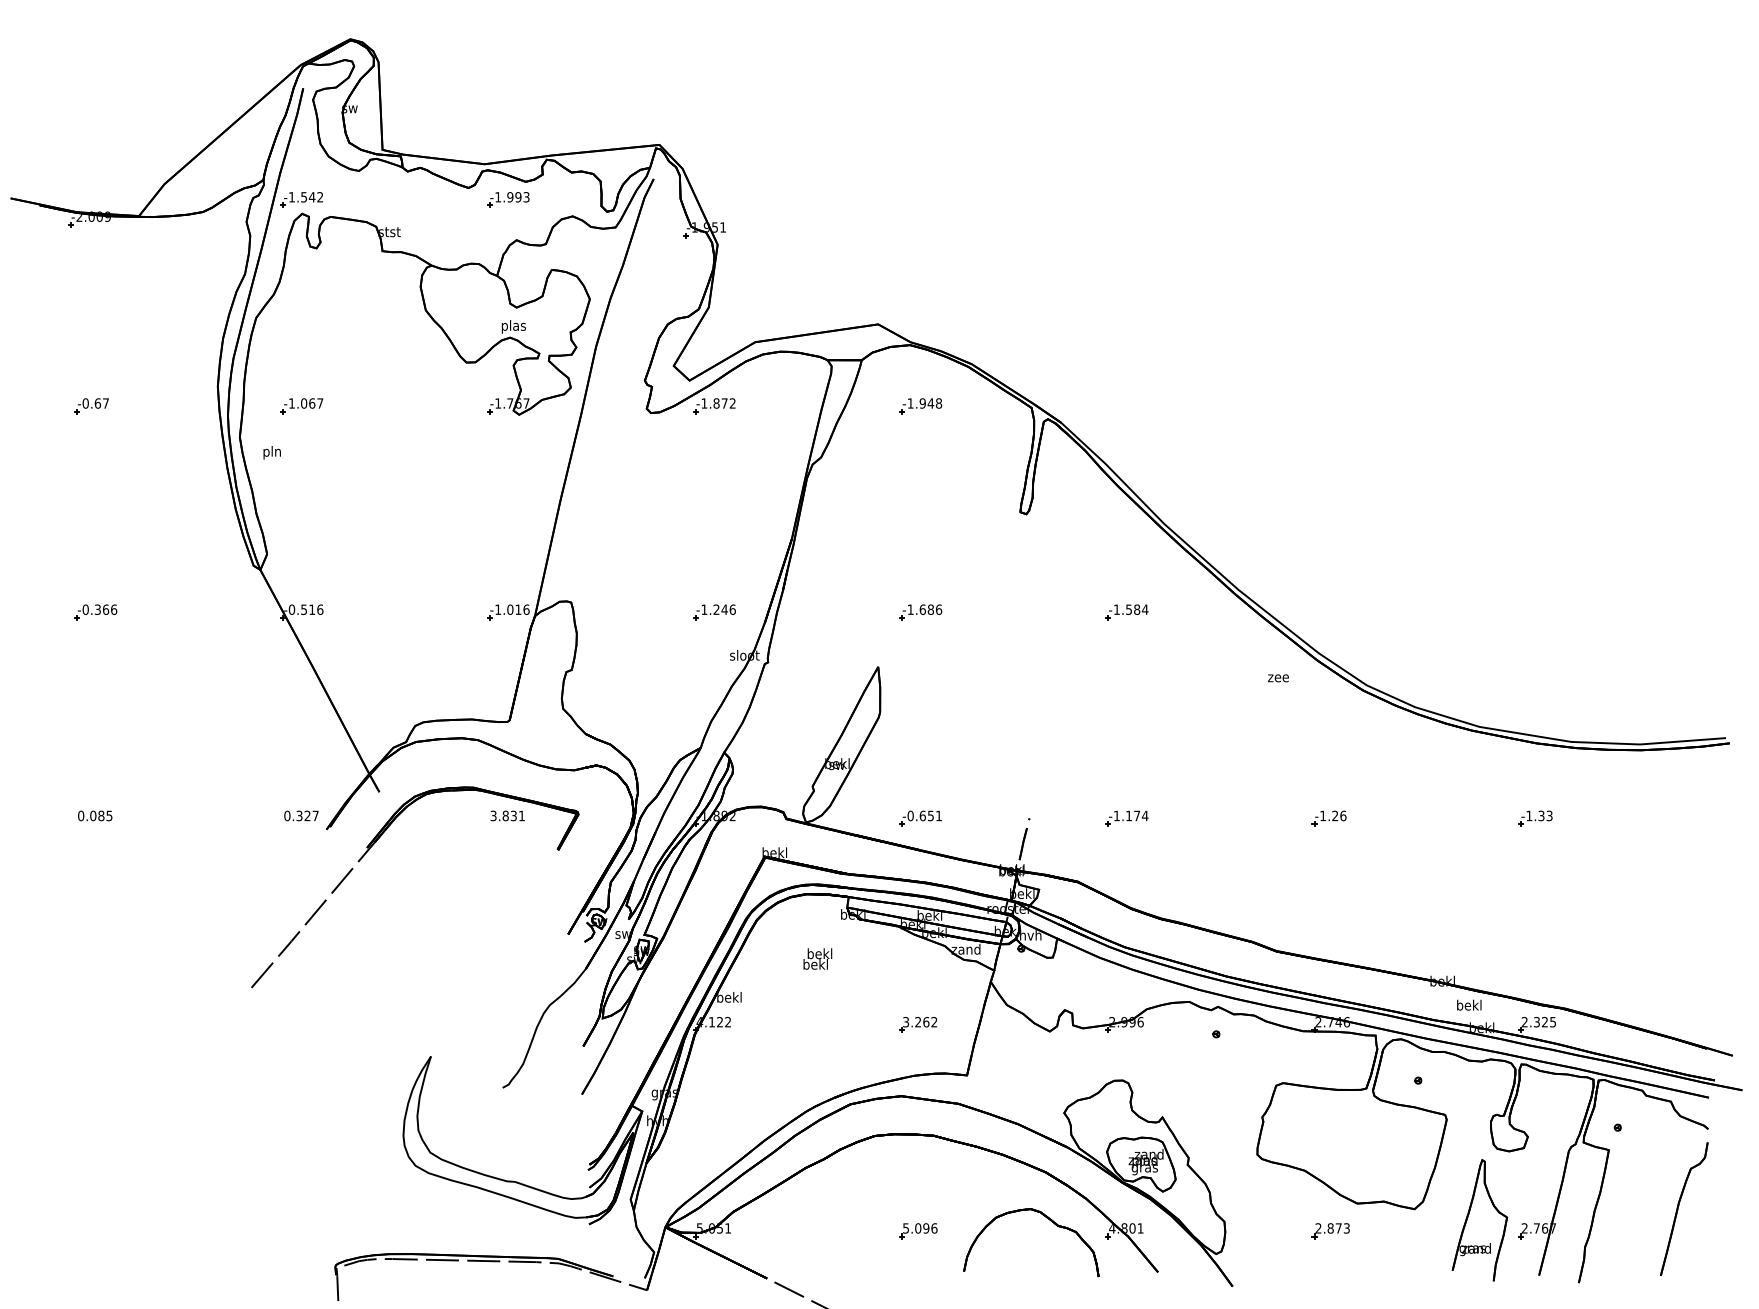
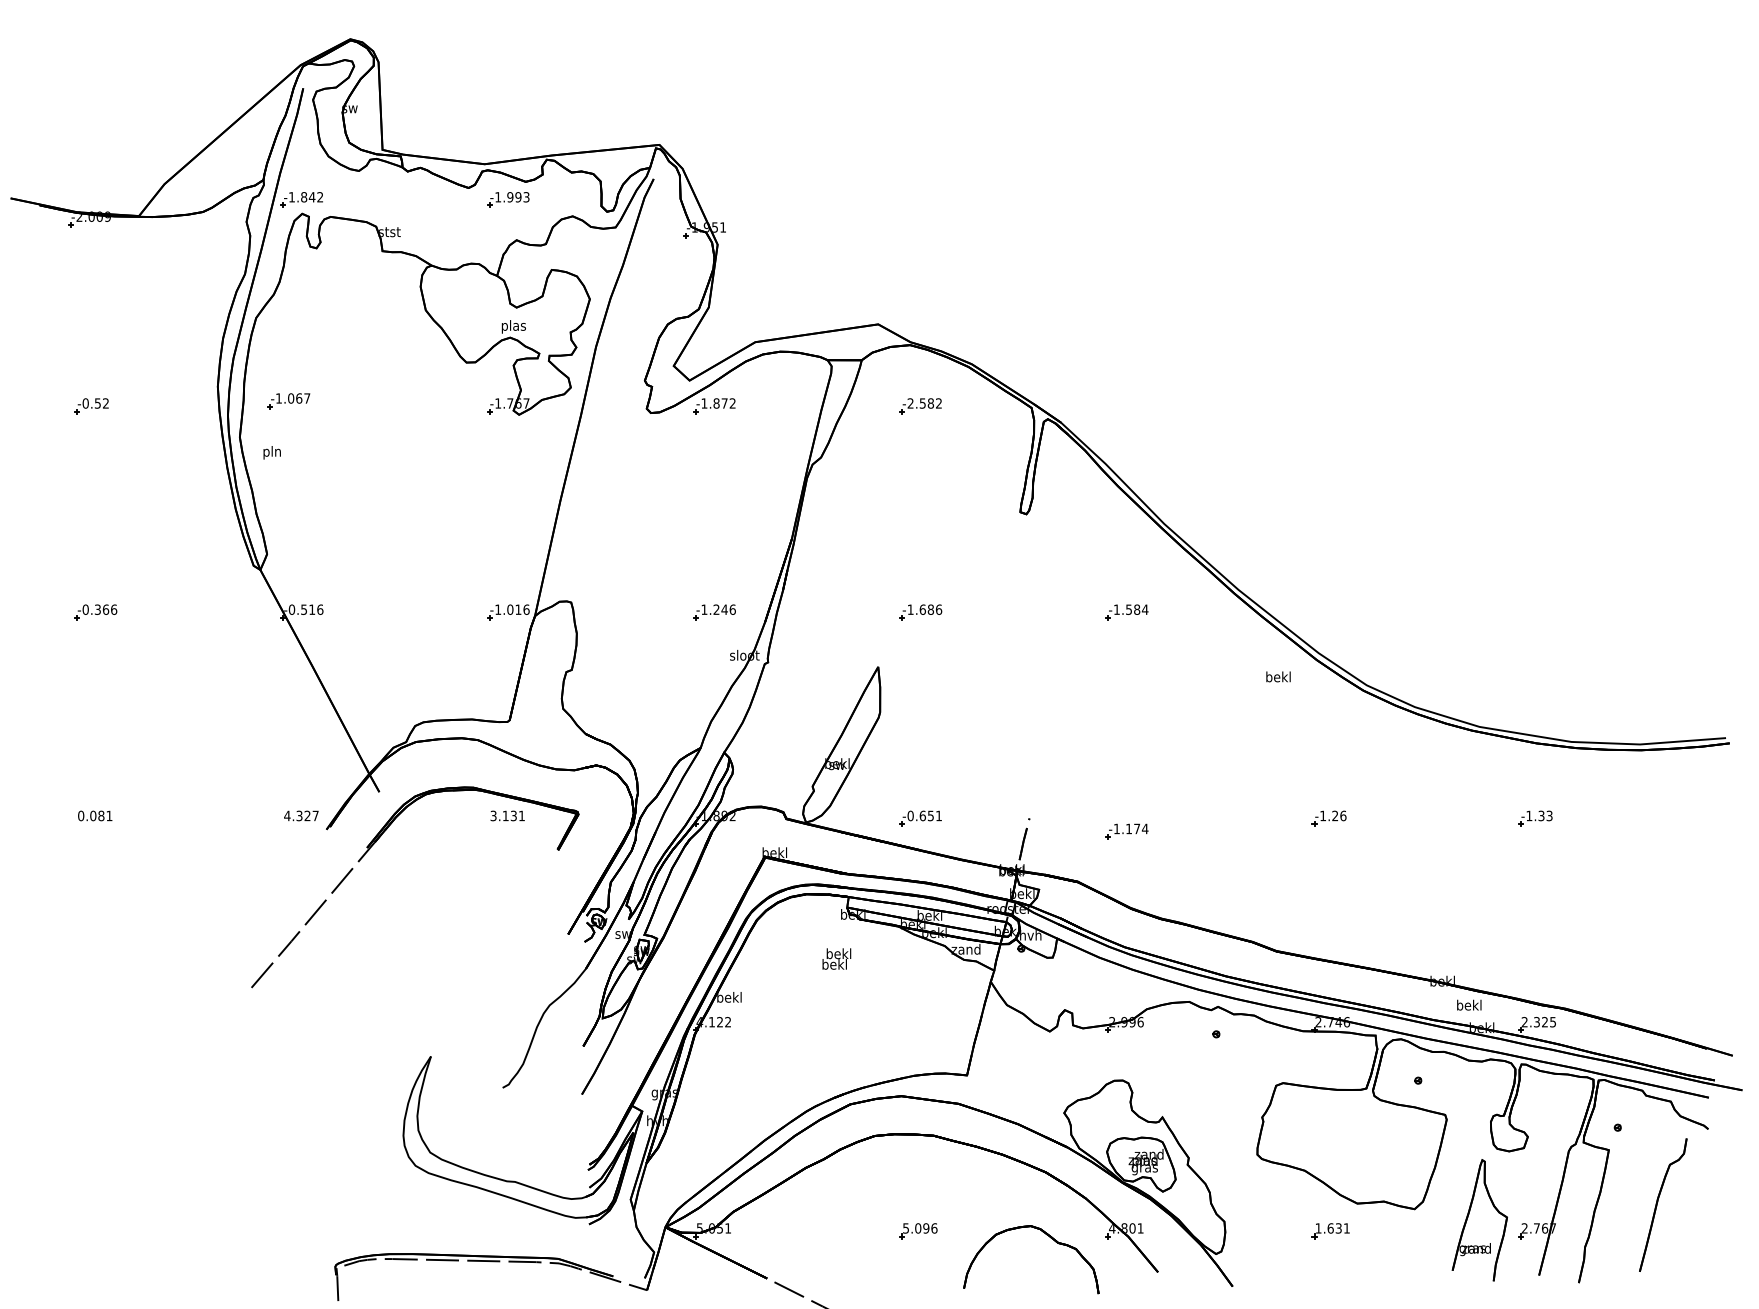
text at (304, 197): -1.542 -> -1.842
text at (101, 403): -0.67 -> -0.52
text at (924, 403): -1.948 -> -2.582
part at (301, 406) position: (301, 406) -> (288, 401)
text at (1278, 676): zee -> bekl
text at (109, 815): 0.085 -> 0.081
text at (287, 815): 0.327 -> 4.327
text at (505, 815): 3.831 -> 3.131
part at (1126, 818) position: (1126, 818) -> (1126, 831)
text at (817, 958) position: (817, 958) -> (836, 958)
part at (918, 1024): present -> none
part at (1684, 1208) position: (1684, 1208) -> (1663, 1204)
part at (1046, 1218) position: (1046, 1218) -> (1046, 1235)
text at (1332, 1228): 2.873 -> 1.631
